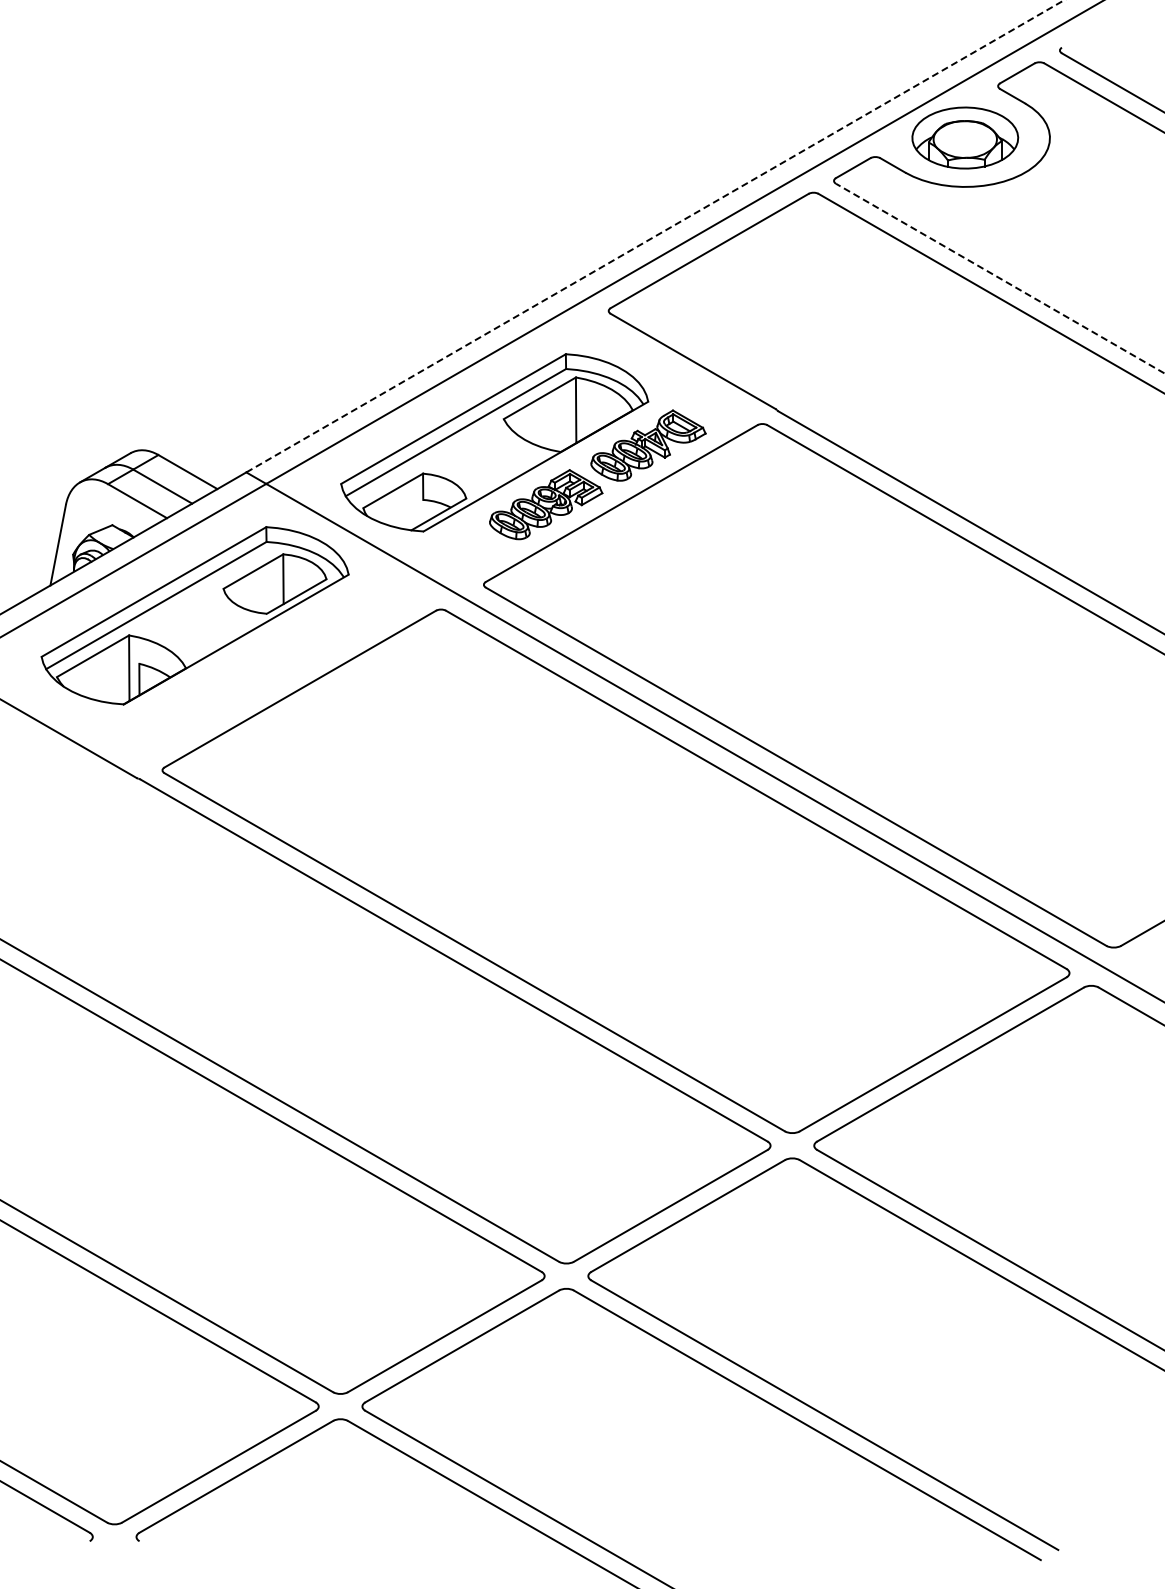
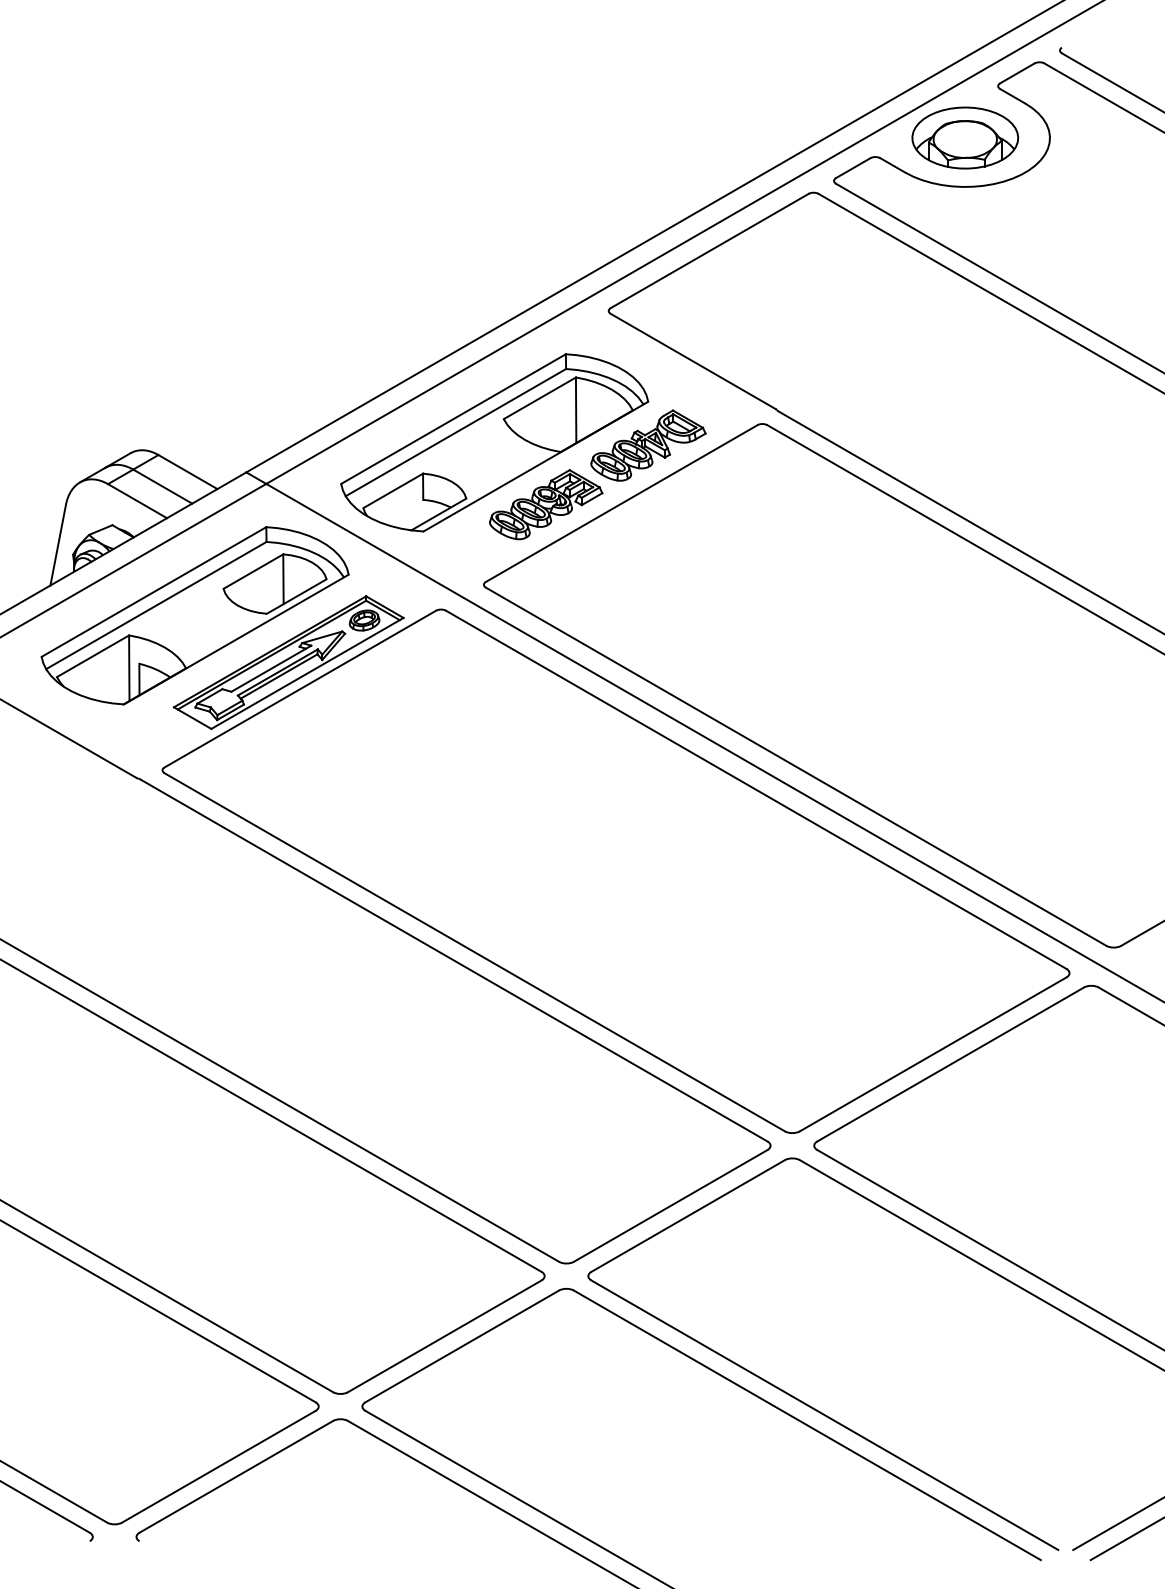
line at (655, 236): dashed -> solid
line at (1000, 278): dashed -> solid
part at (288, 662): none -> present
line at (1117, 1524): none -> present
line at (1125, 1539): none -> present
